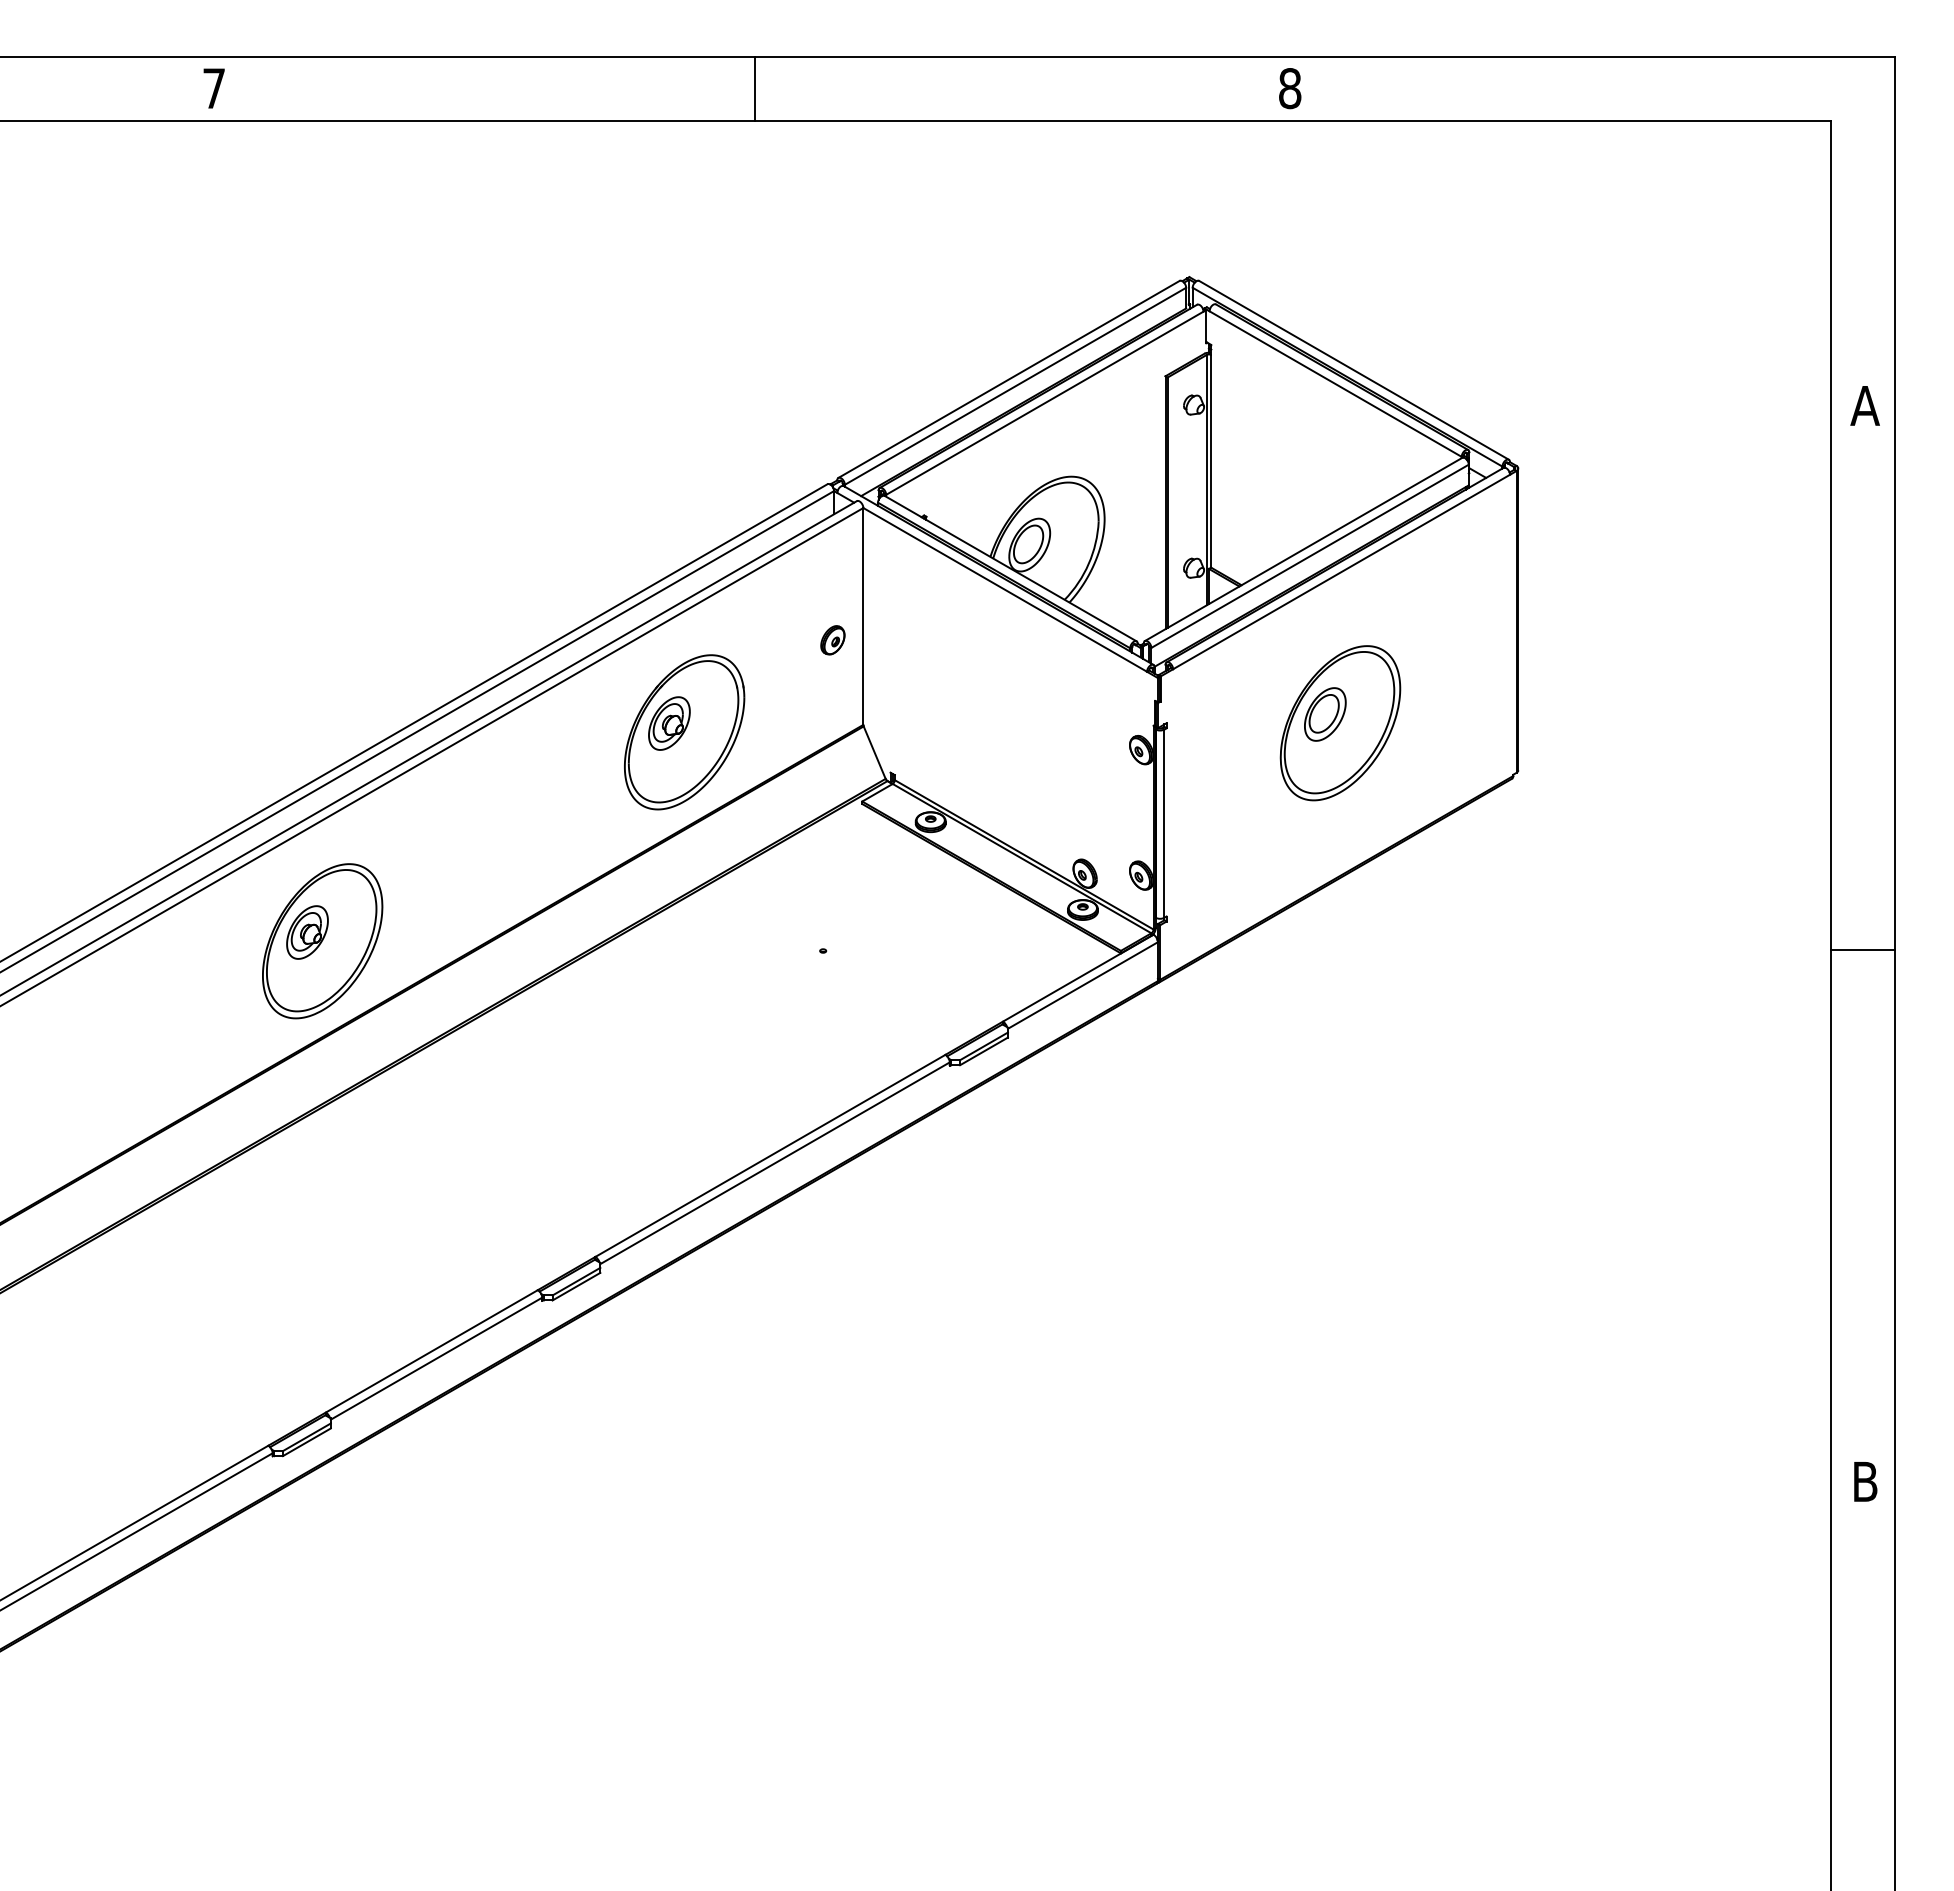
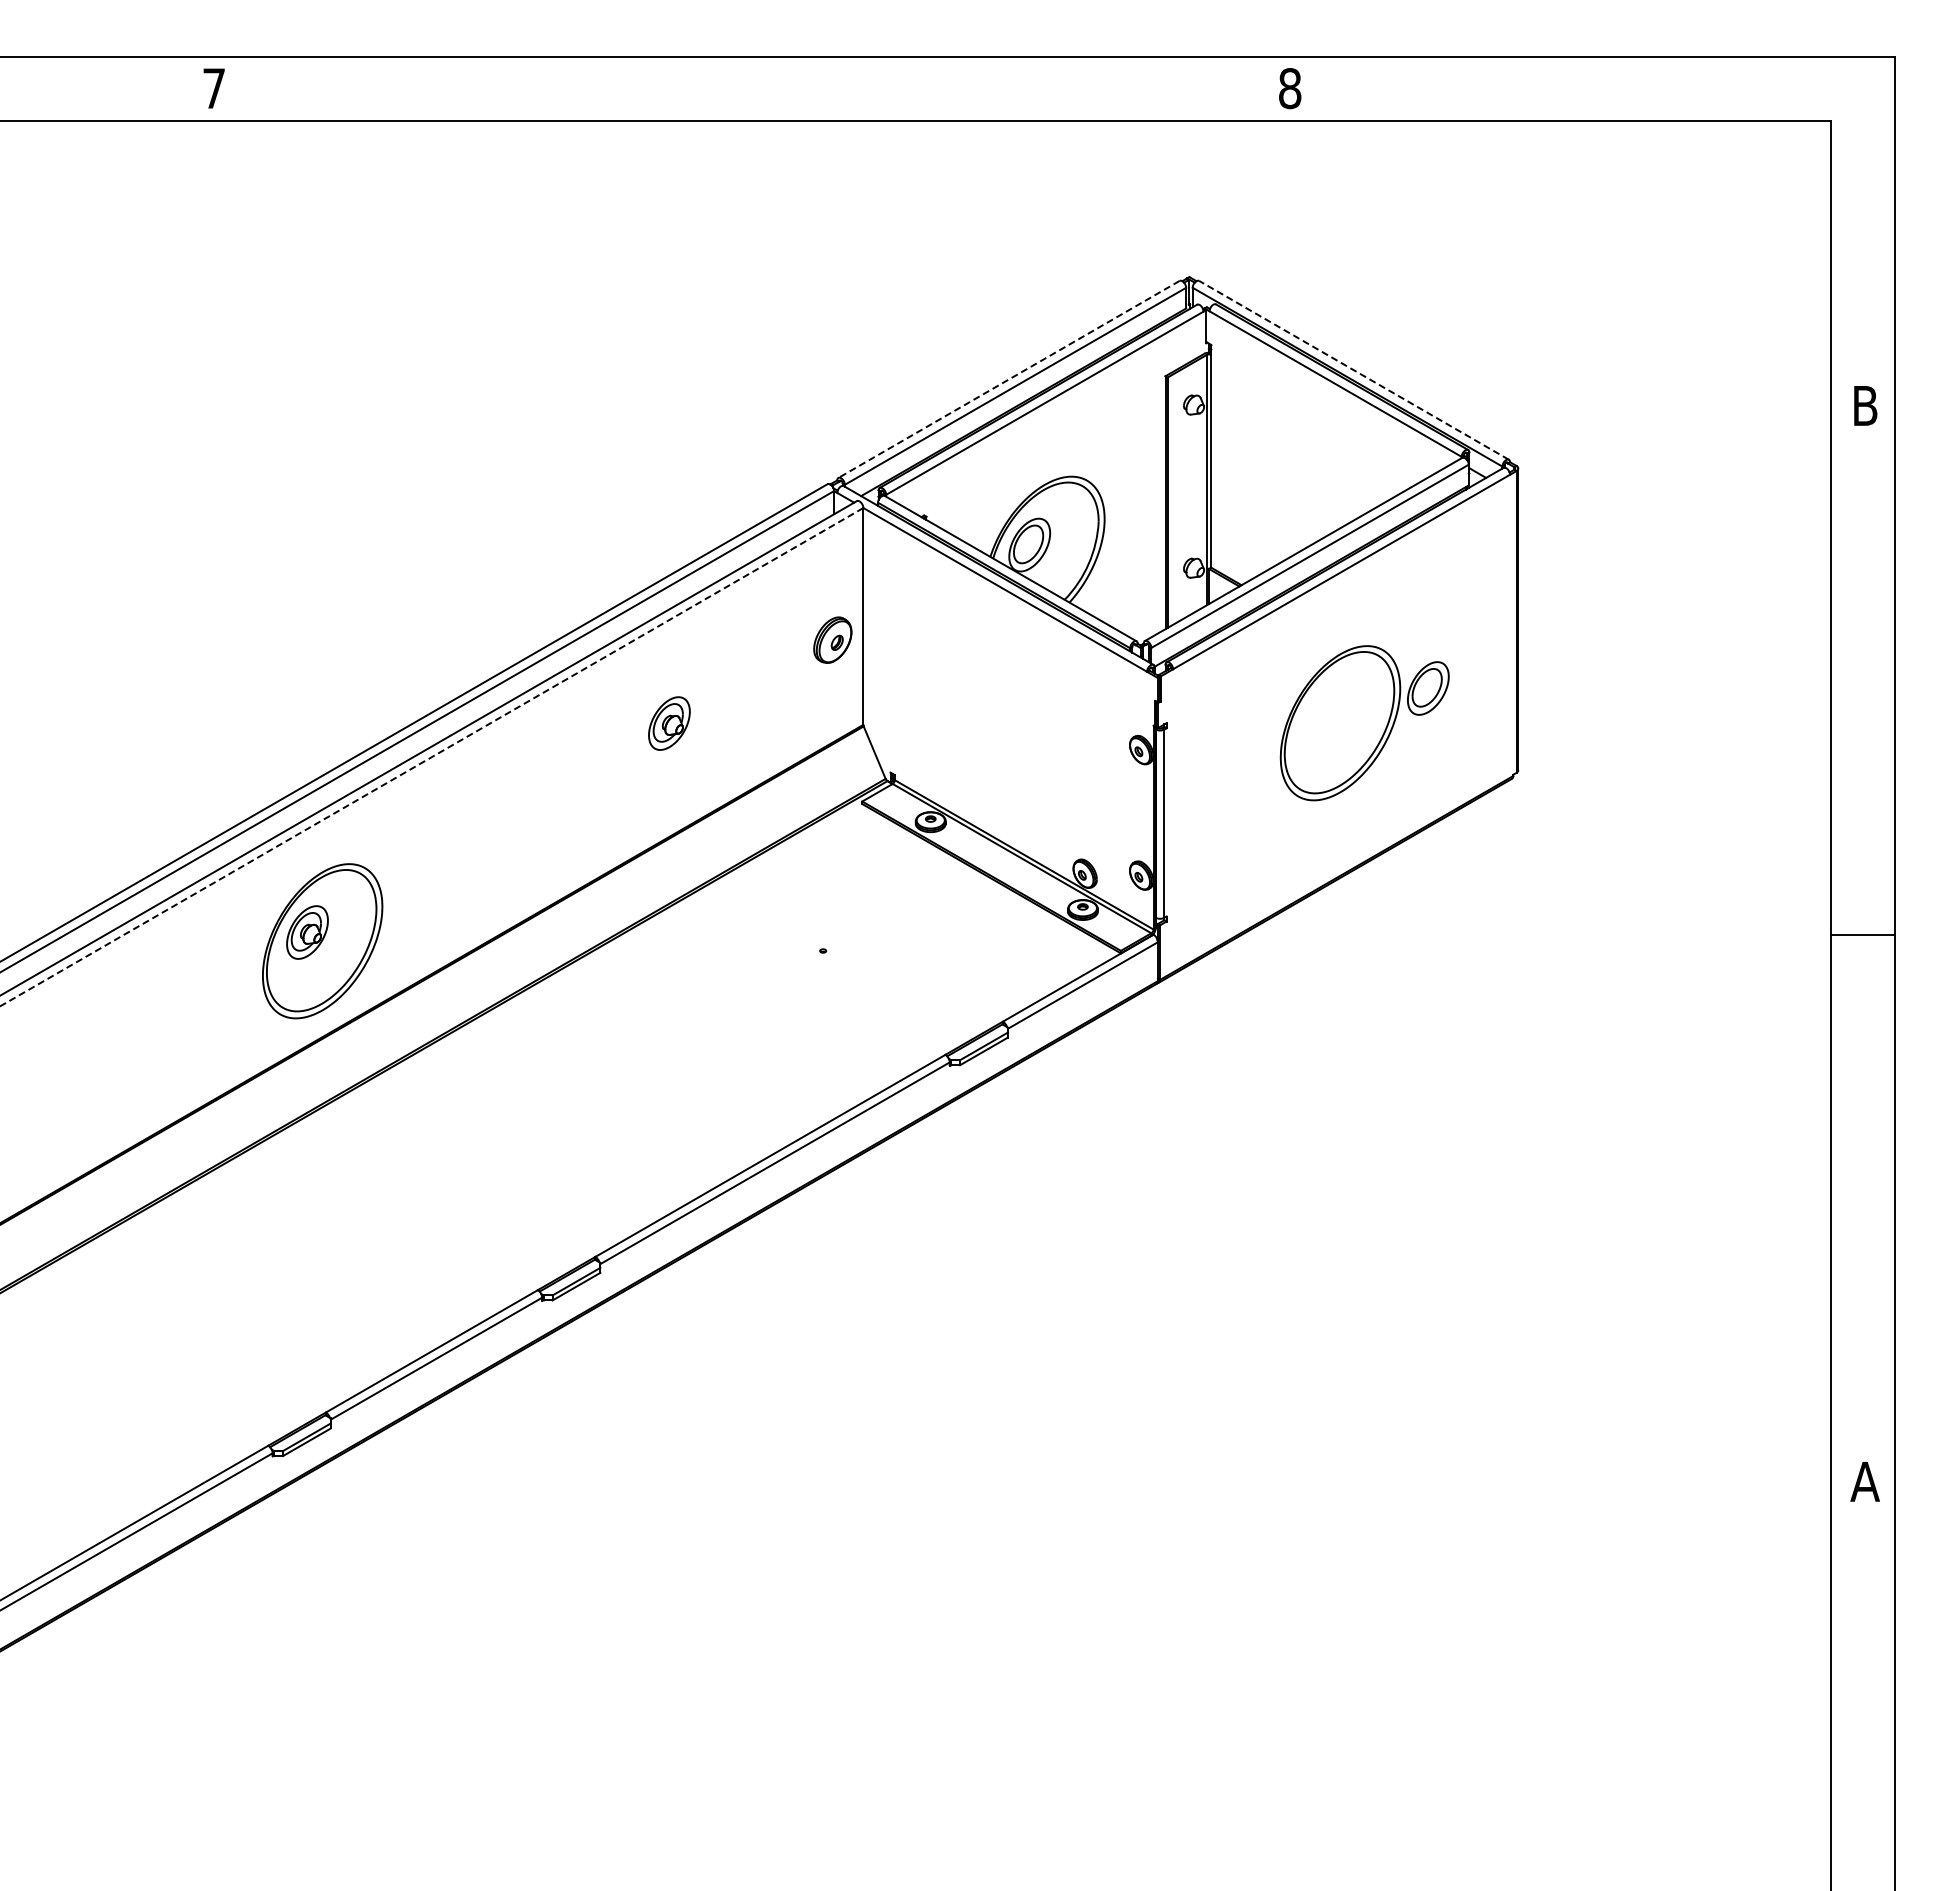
line at (754, 88): present -> none
line at (1354, 370): solid -> dashed
line at (1008, 379): solid -> dashed
text at (1864, 405): A -> B
part at (832, 640) size: 26x31 px -> 40x48 px
part at (1325, 714) position: (1325, 714) -> (1428, 688)
part at (684, 732): present -> none
line at (431, 757): solid -> dashed
line at (1862, 949) position: (1862, 949) -> (1862, 934)
text at (1864, 1481): B -> A
